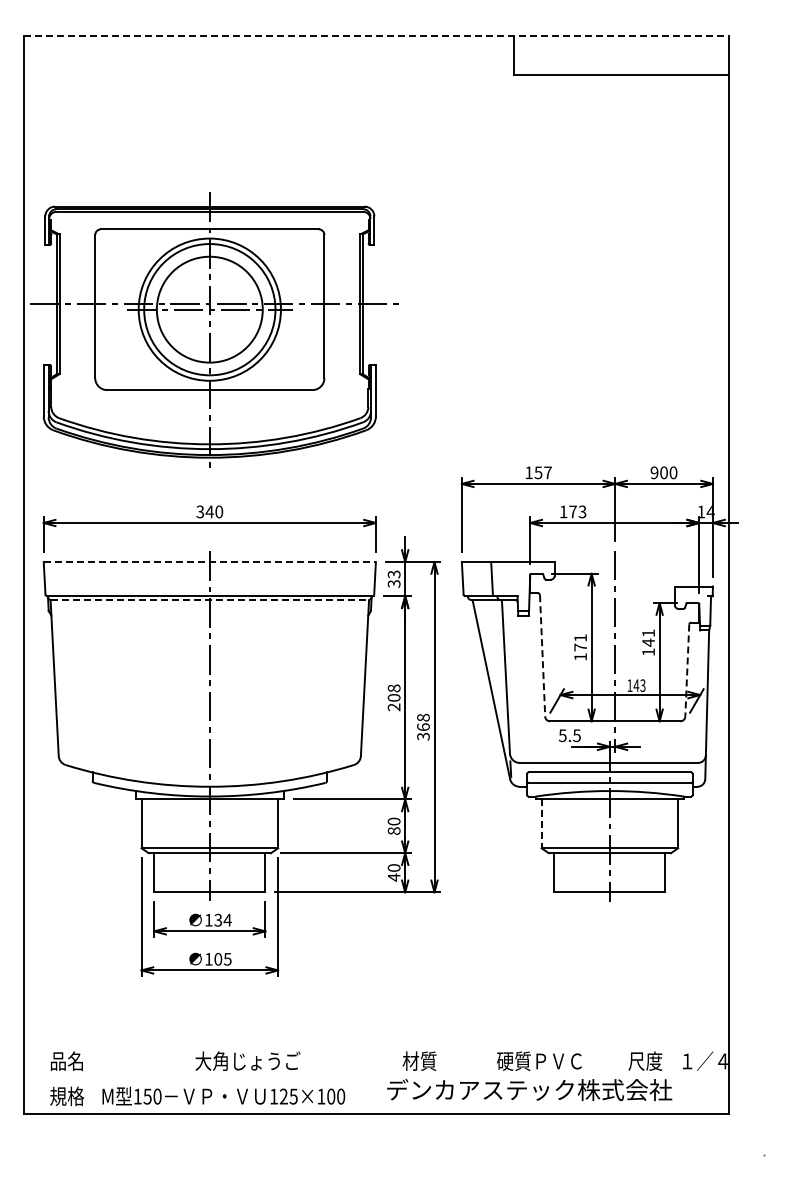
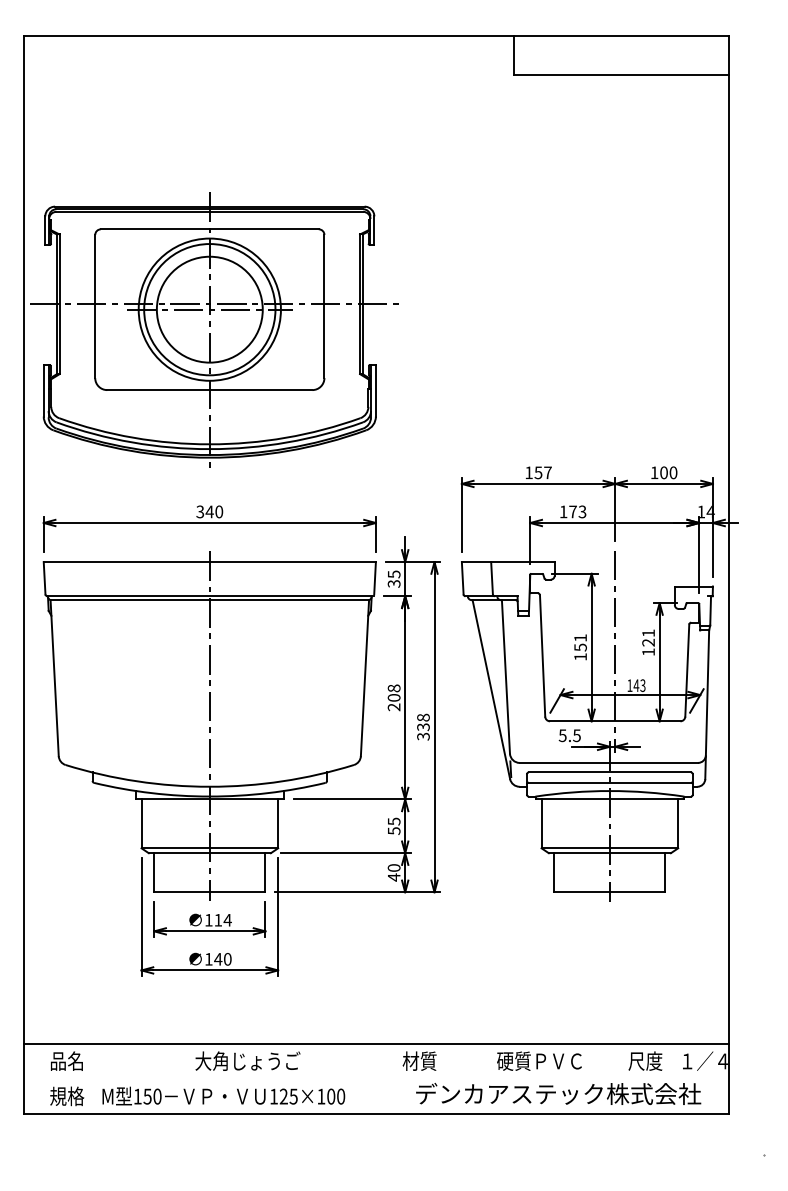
line at (376, 35): dashed -> solid
text at (654, 472): 900 -> 100
line at (210, 562): dashed -> solid
text at (393, 573): 33 -> 35
line at (210, 600): dashed -> solid
text at (648, 642): 141 -> 121
text at (580, 647): 171 -> 151
line at (542, 655): dashed -> solid
line at (687, 671): dashed -> solid
text at (423, 727): 368 -> 338
line at (541, 824): dashed -> solid
text at (393, 825): 80 -> 55
text at (218, 919): 134 -> 114
text at (222, 959): 105 -> 140
line at (376, 1043): none -> present
text at (529, 1089) position: (529, 1089) -> (558, 1093)
